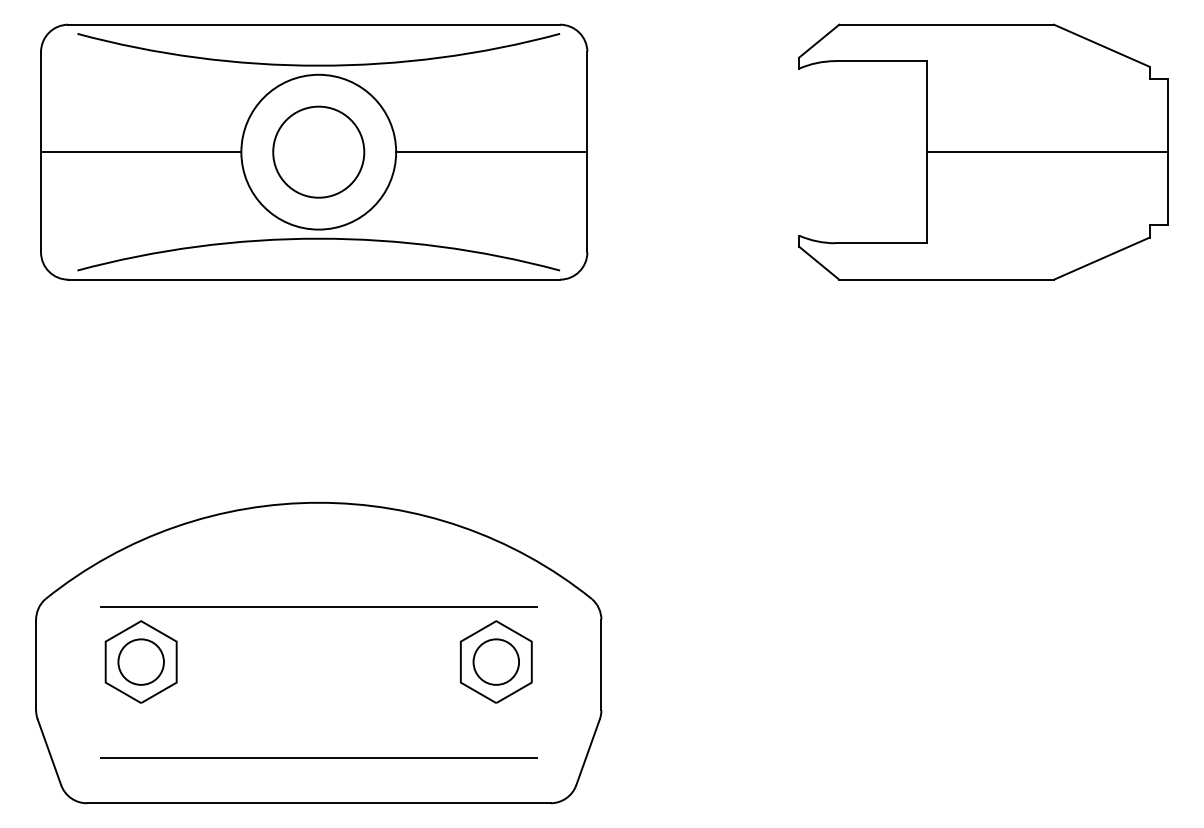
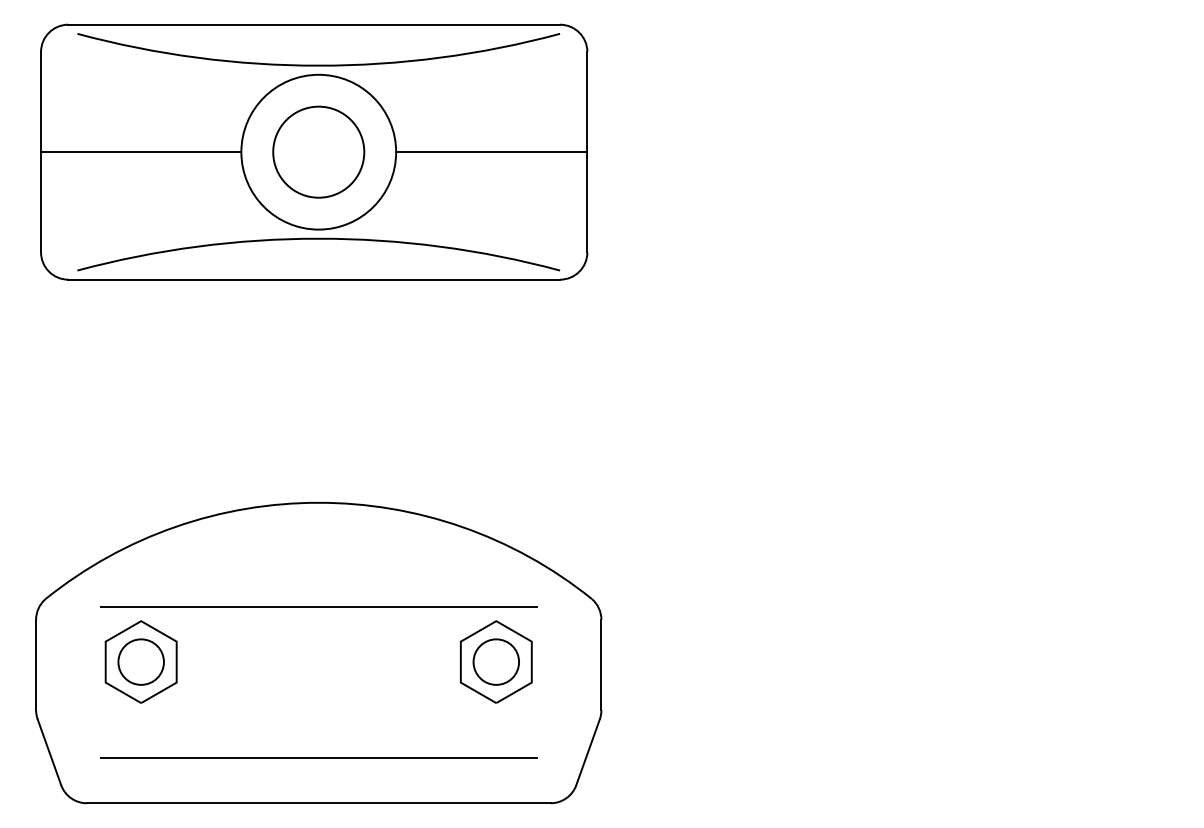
part at (983, 151): present -> none
